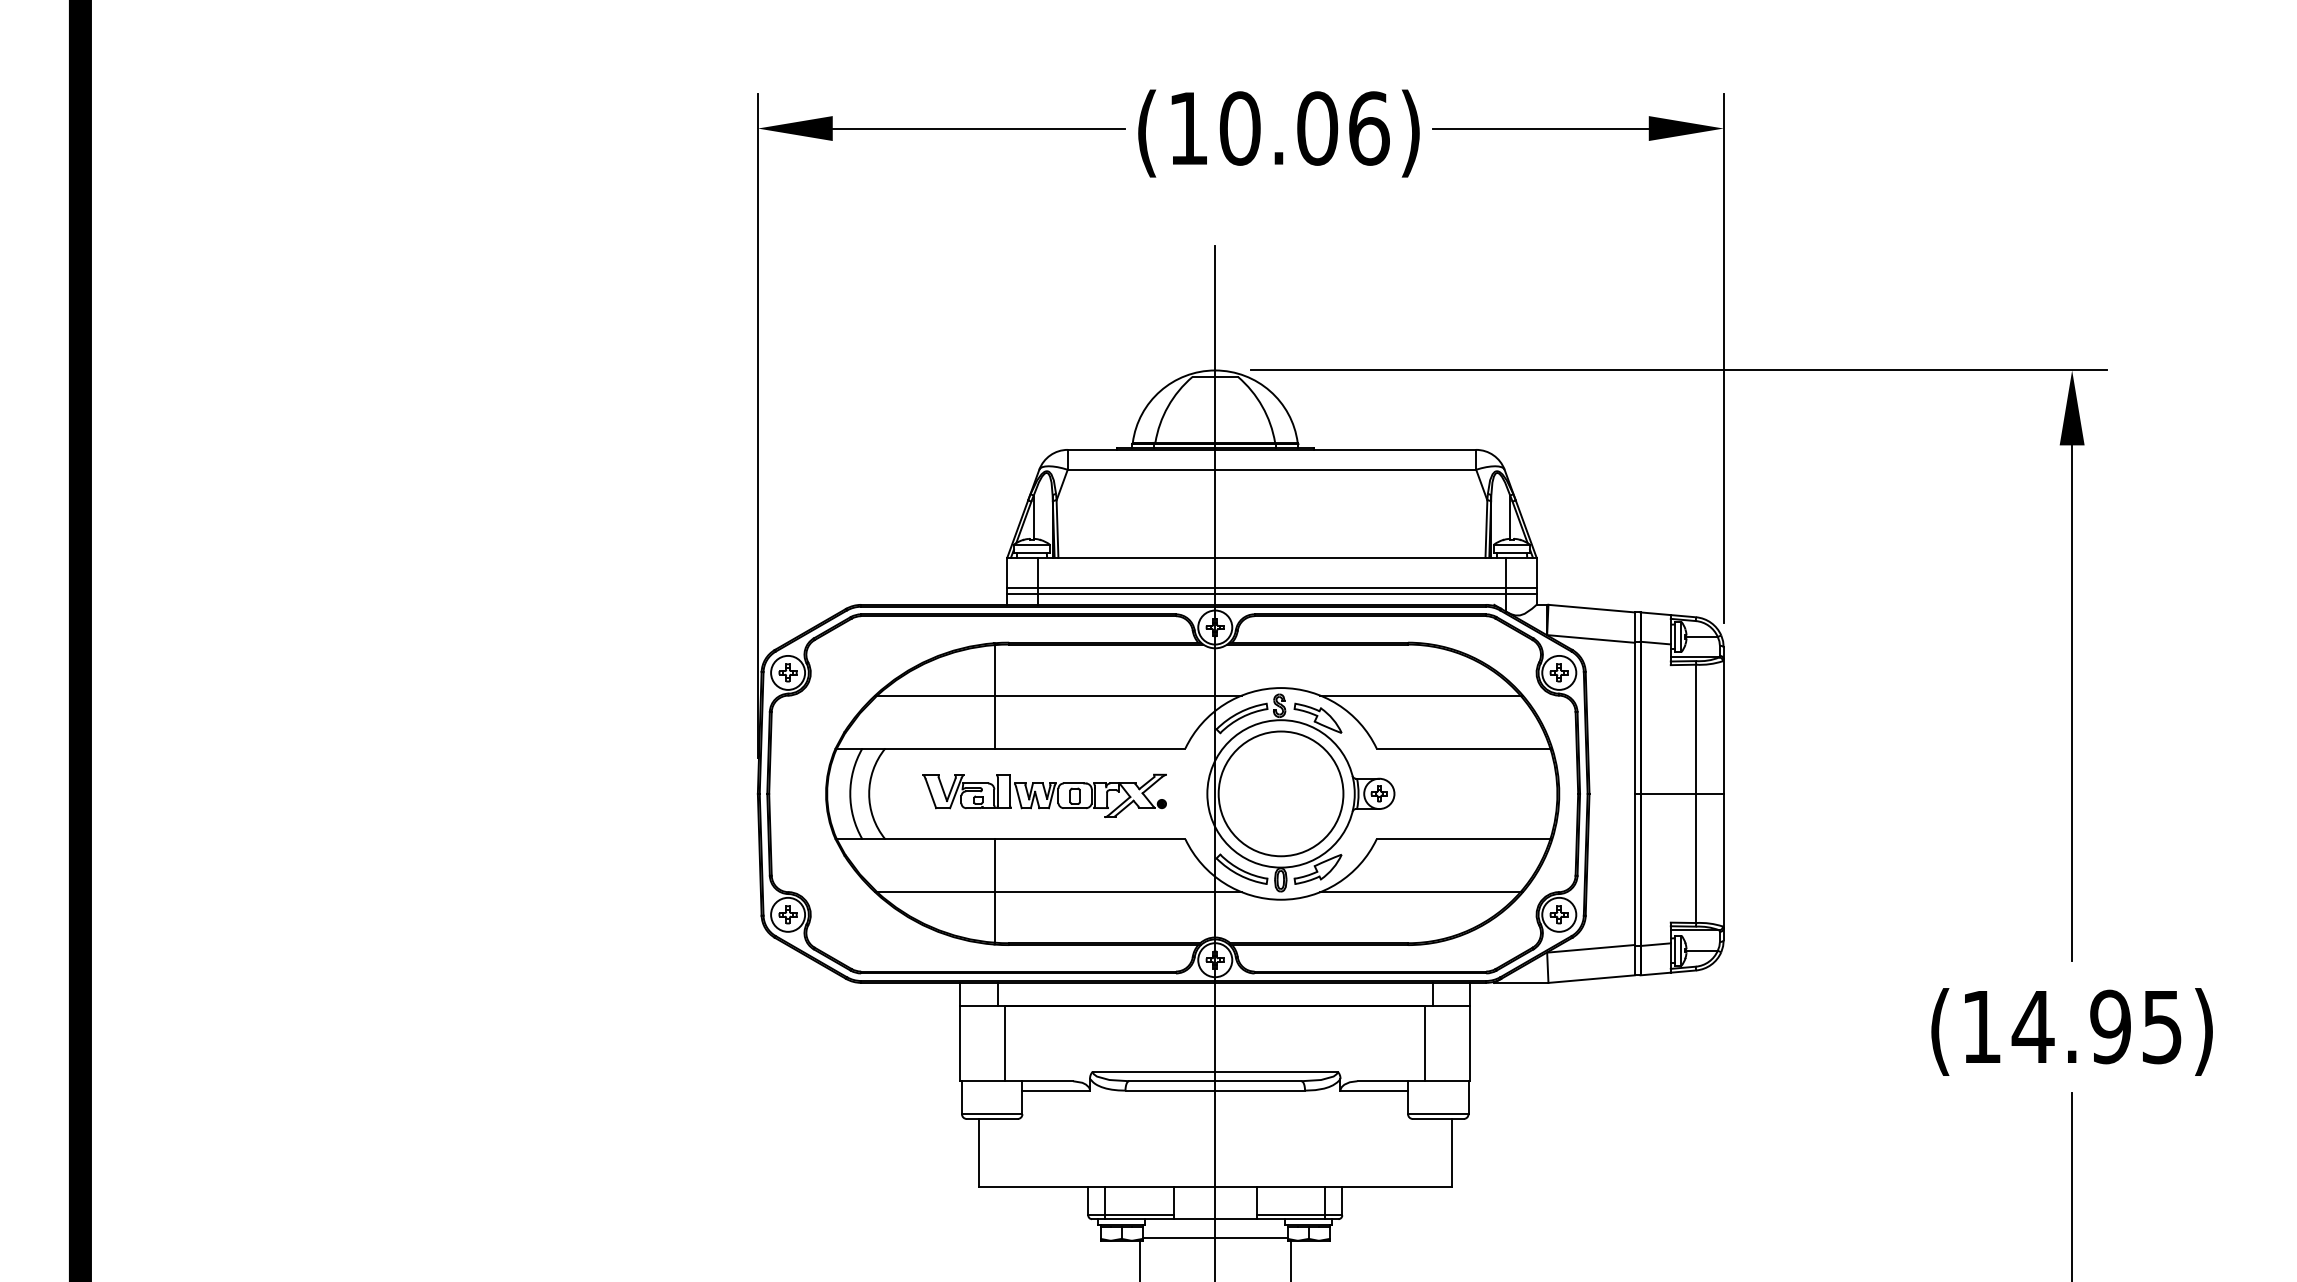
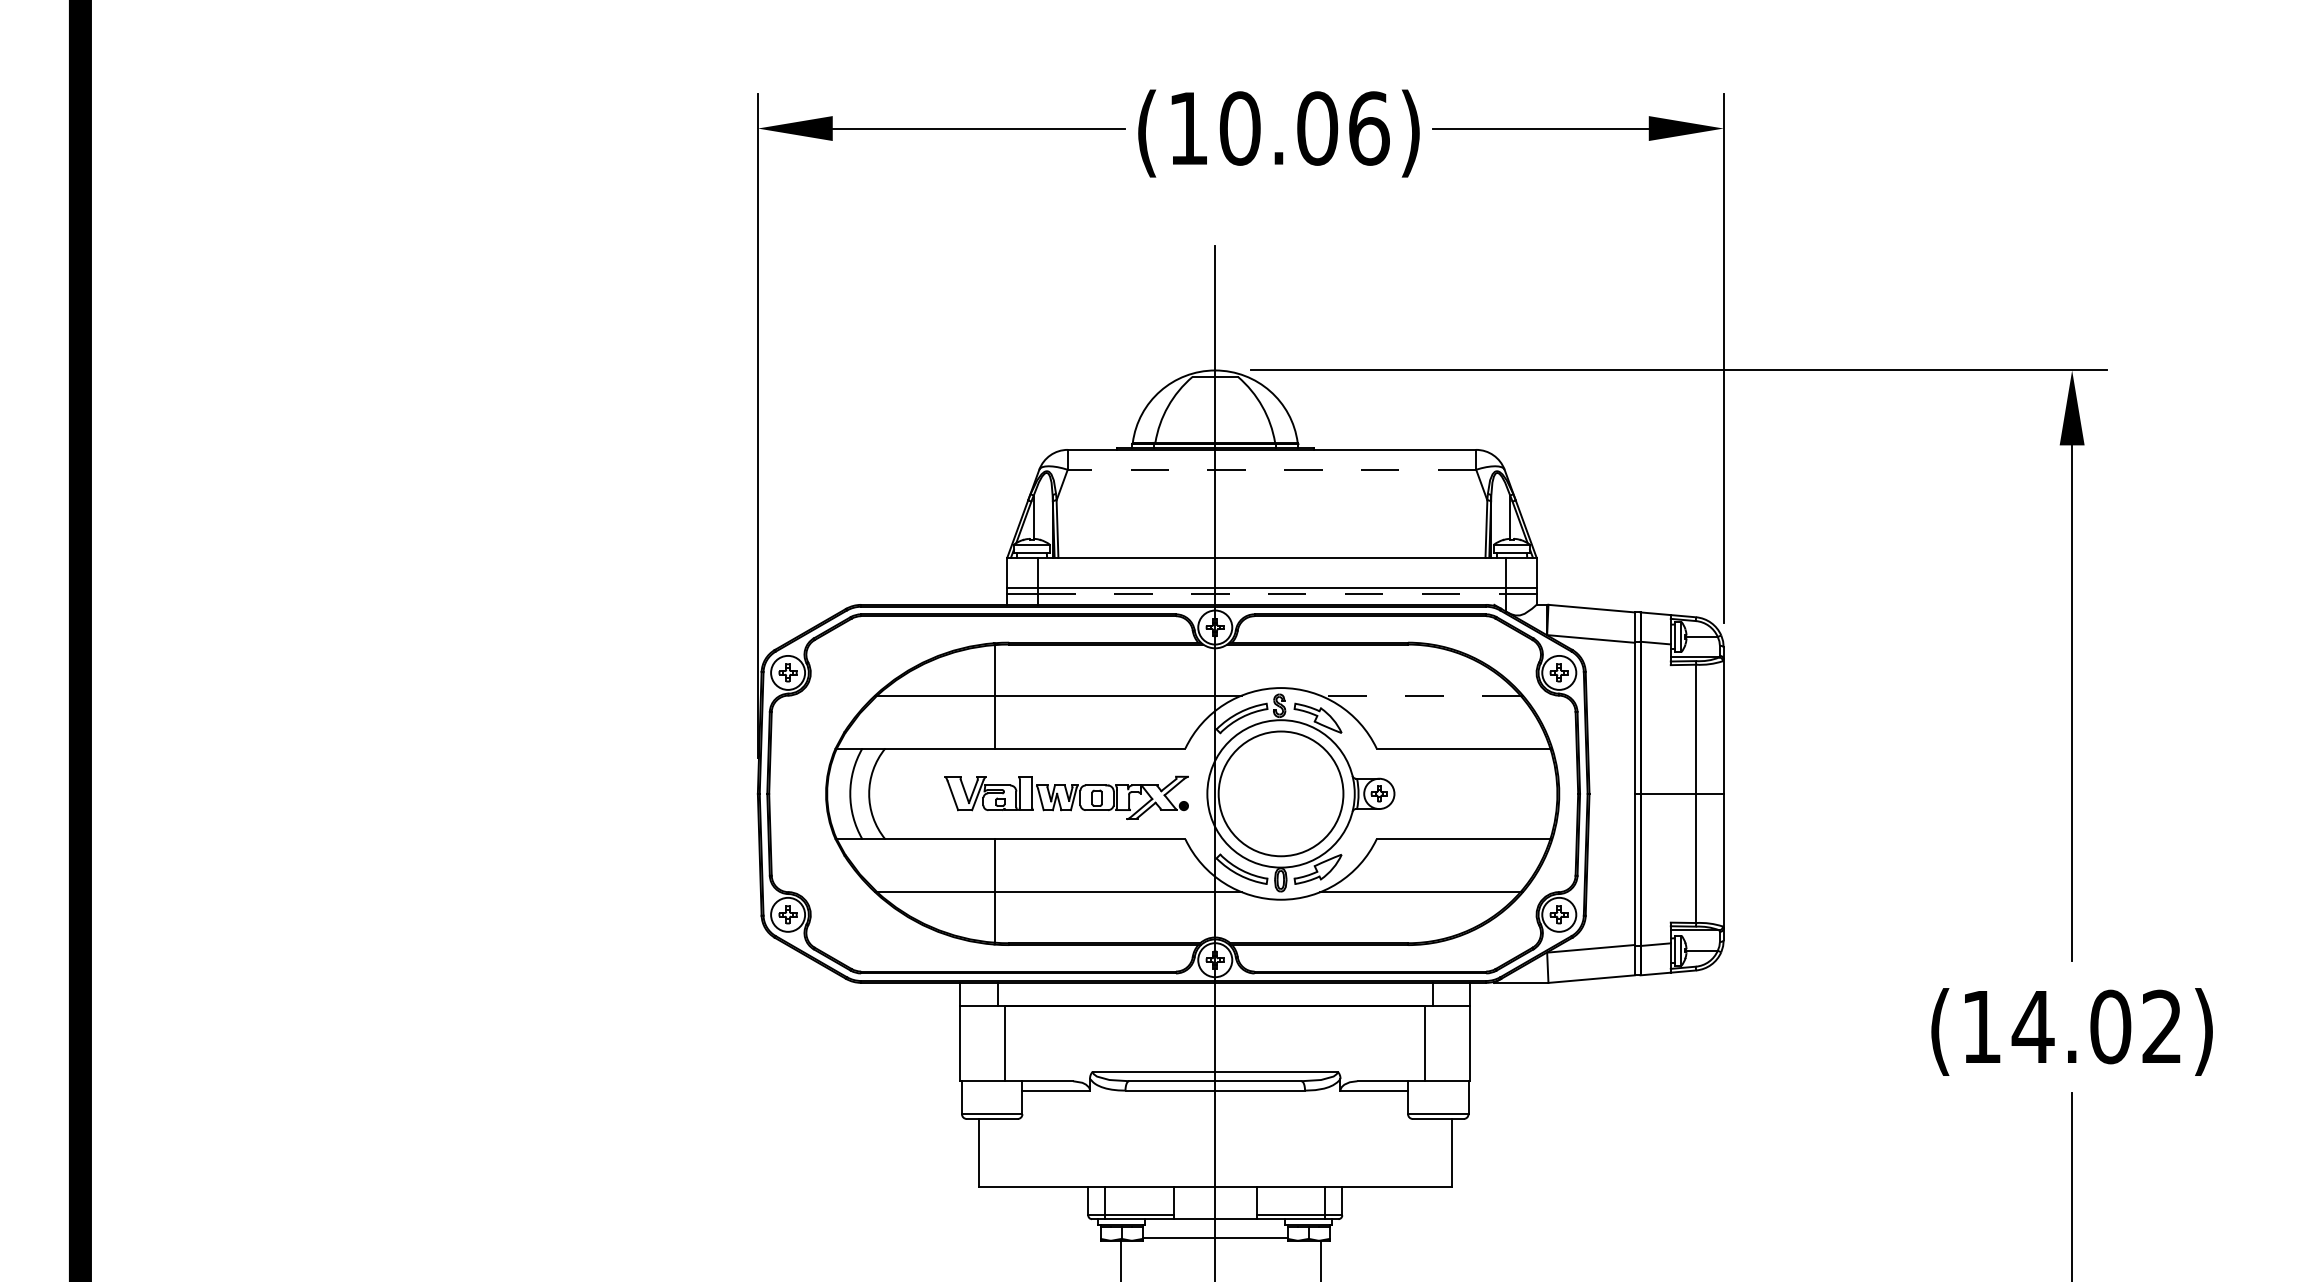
line at (1271, 469): solid -> dashed
line at (1272, 593): solid -> dashed
line at (1419, 695): solid -> dashed
part at (1044, 795) position: (1044, 795) -> (1066, 797)
text at (2135, 1026): (14.95) -> (14.02)
line at (1139, 1259) position: (1139, 1259) -> (1120, 1259)
line at (1290, 1259) position: (1290, 1259) -> (1320, 1259)
